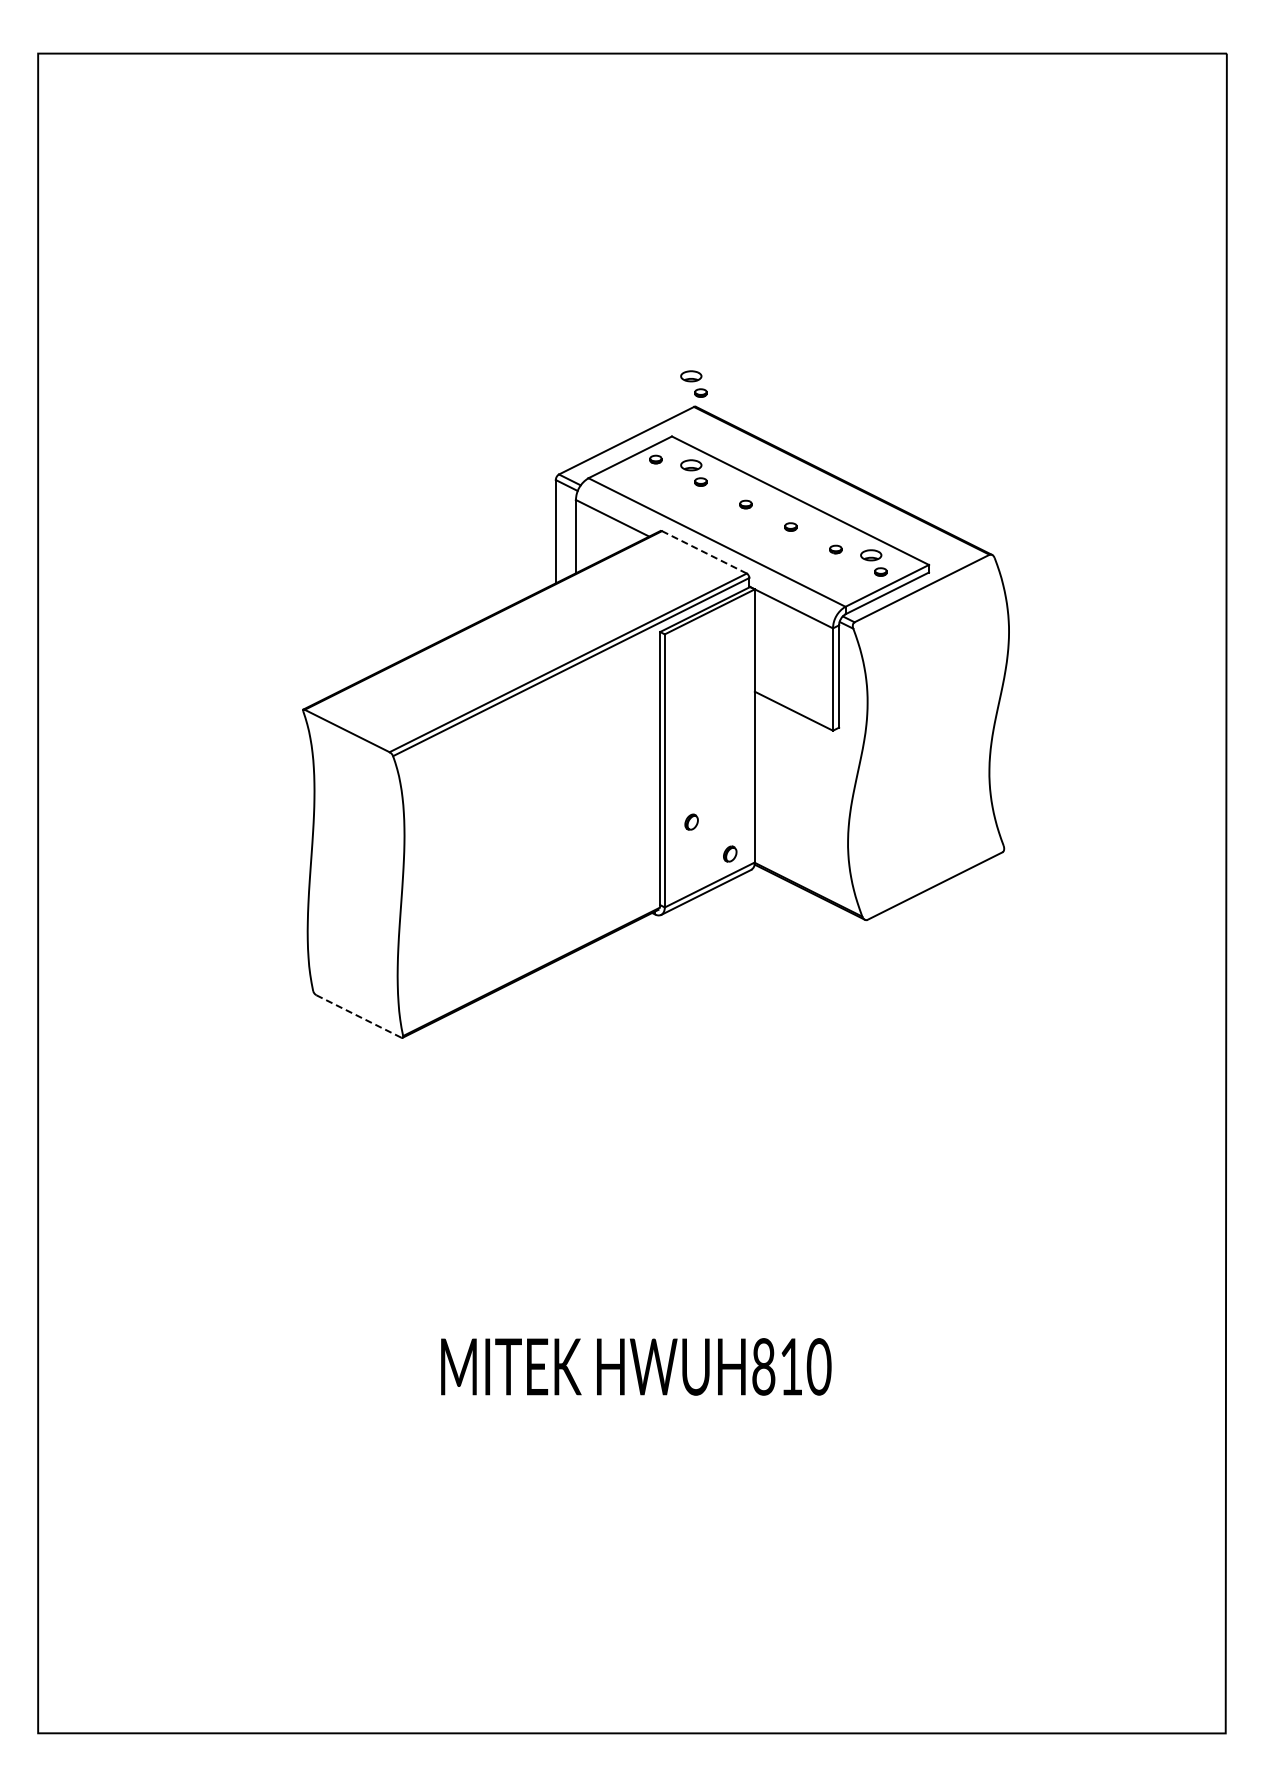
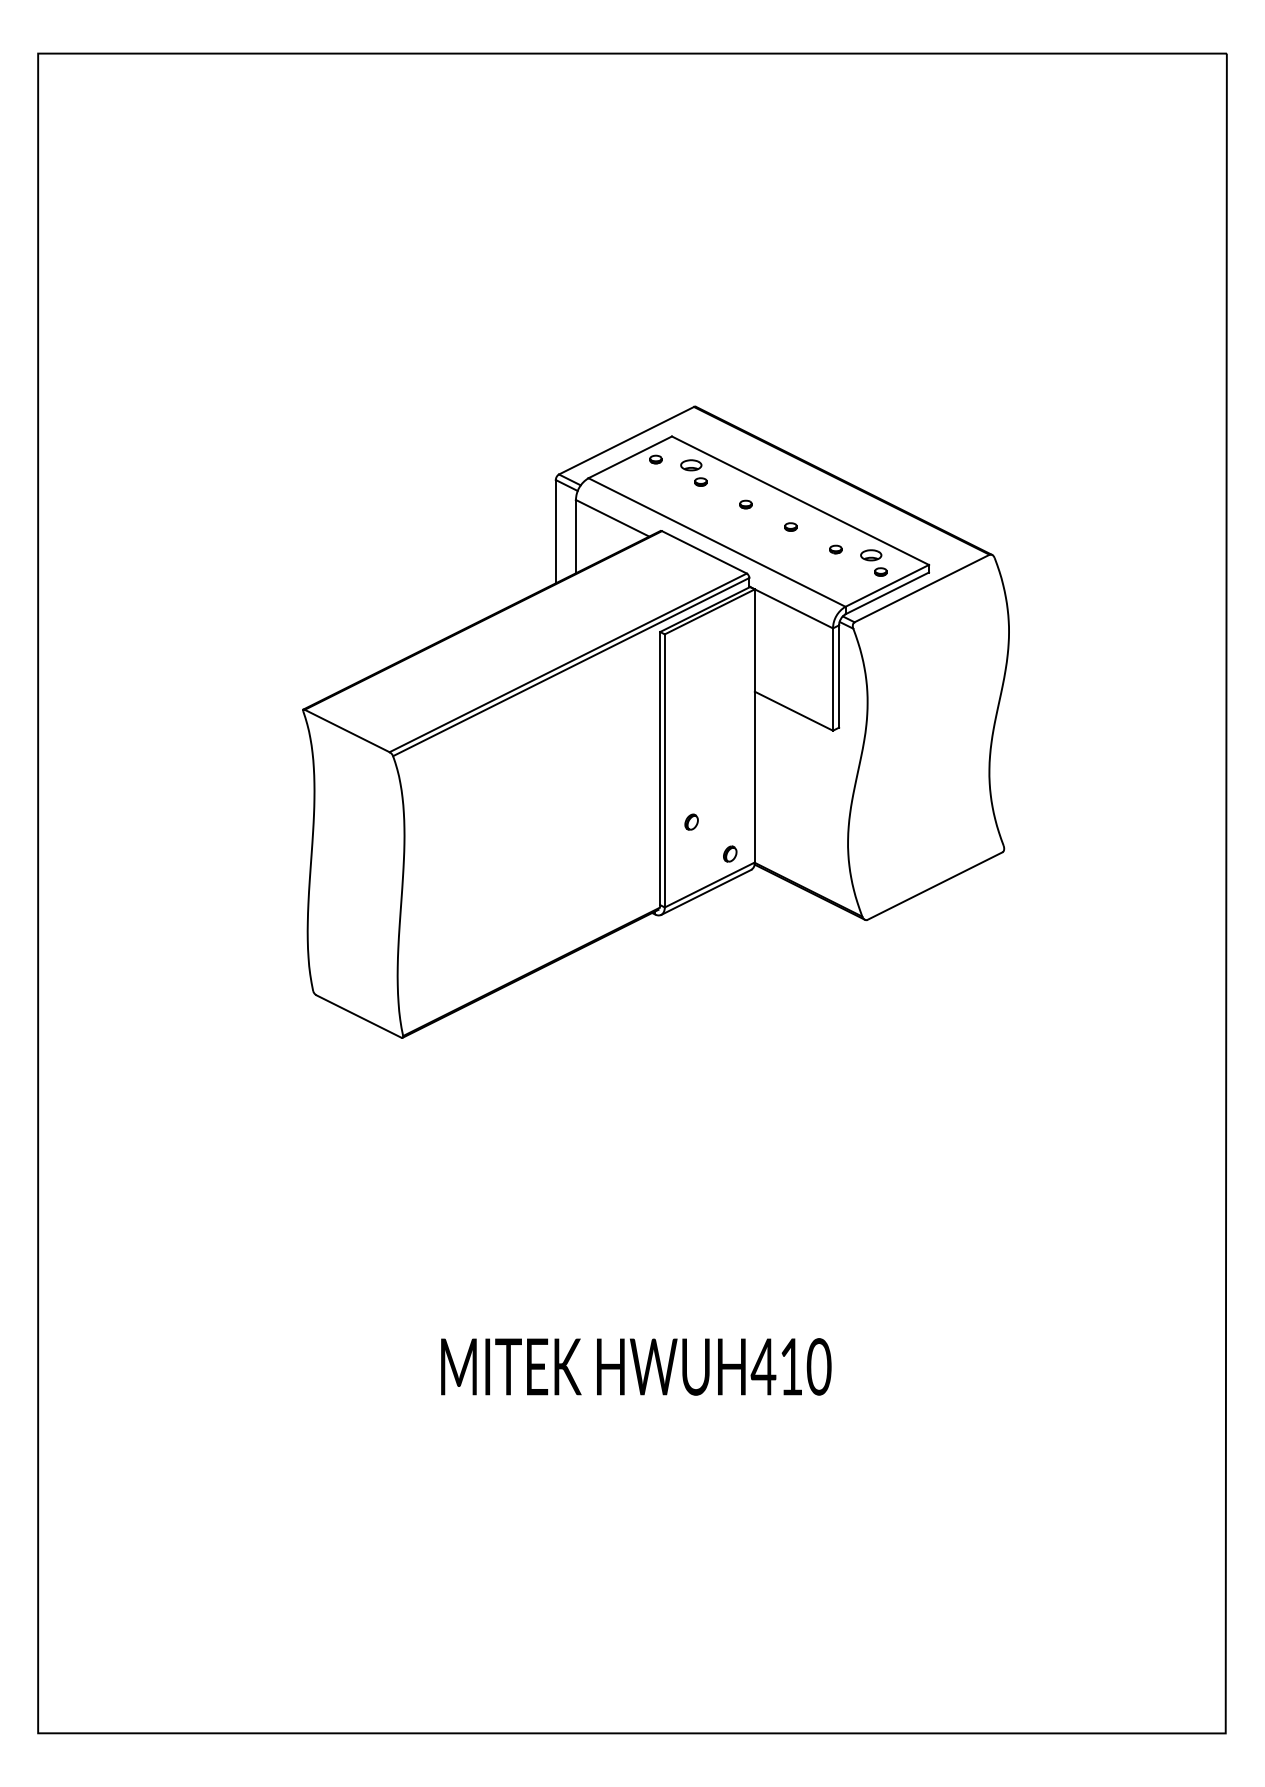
part at (693, 383): present -> none
line at (703, 552): dashed -> solid
line at (359, 1016): dashed -> solid
text at (763, 1366): HWUH810 -> HWUH410
